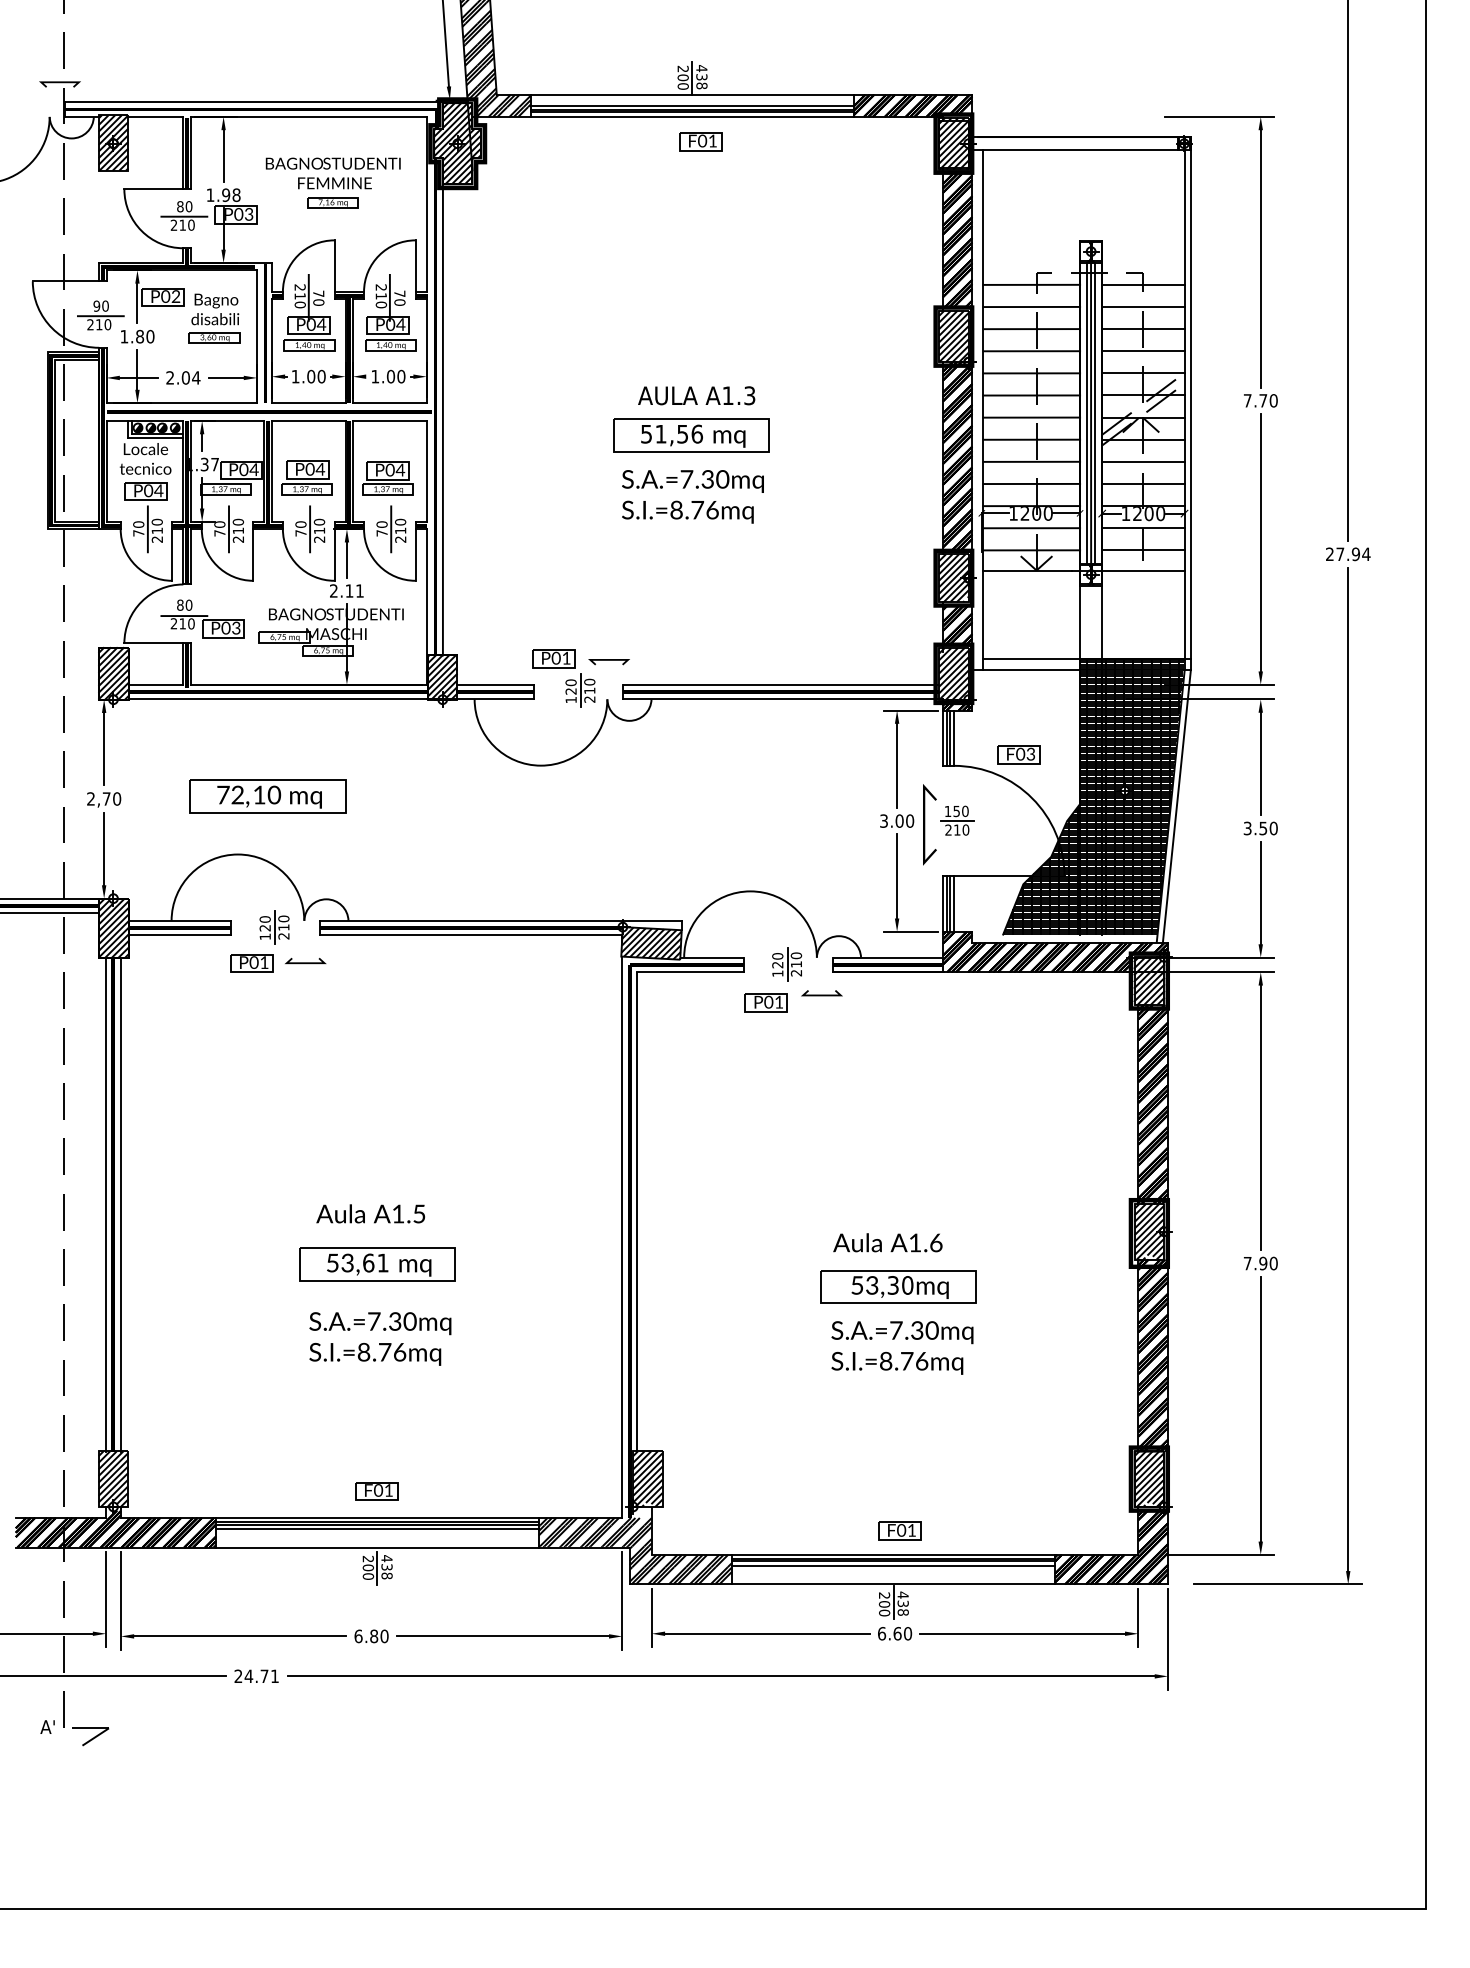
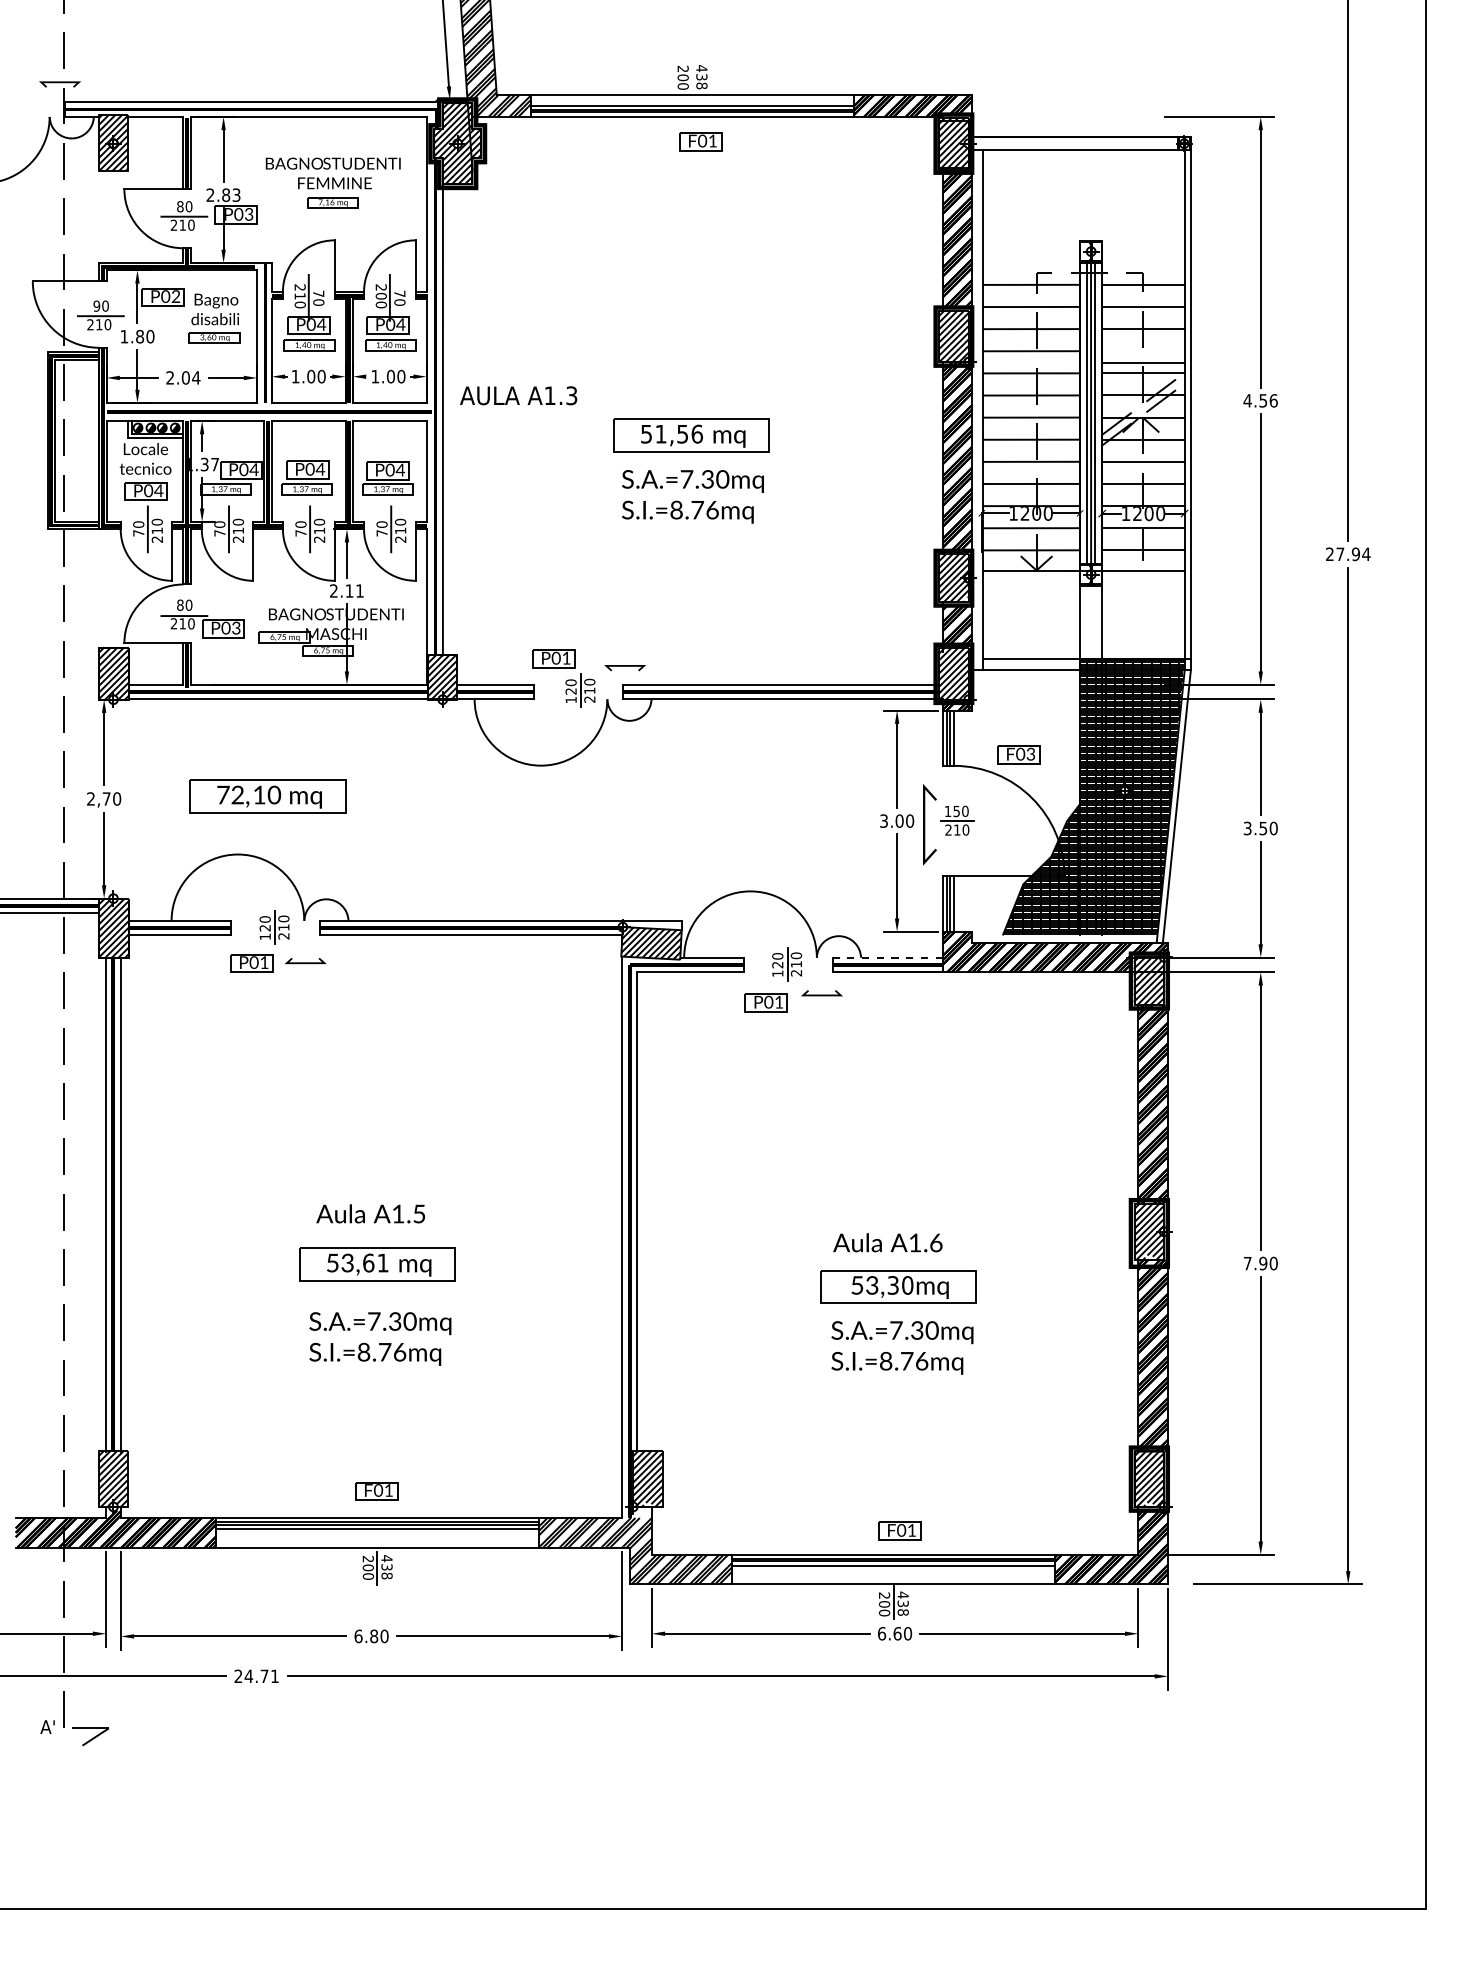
line at (692, 77): present -> none
text at (223, 194): 1.98 -> 2.83
text at (380, 295): 210 -> 200
line at (1143, 351) position: (1143, 351) -> (1143, 363)
text at (696, 395) position: (696, 395) -> (518, 395)
text at (1260, 400): 7.70 -> 4.56
line at (608, 660) position: (608, 660) -> (624, 666)
line at (887, 957): solid -> dashed
